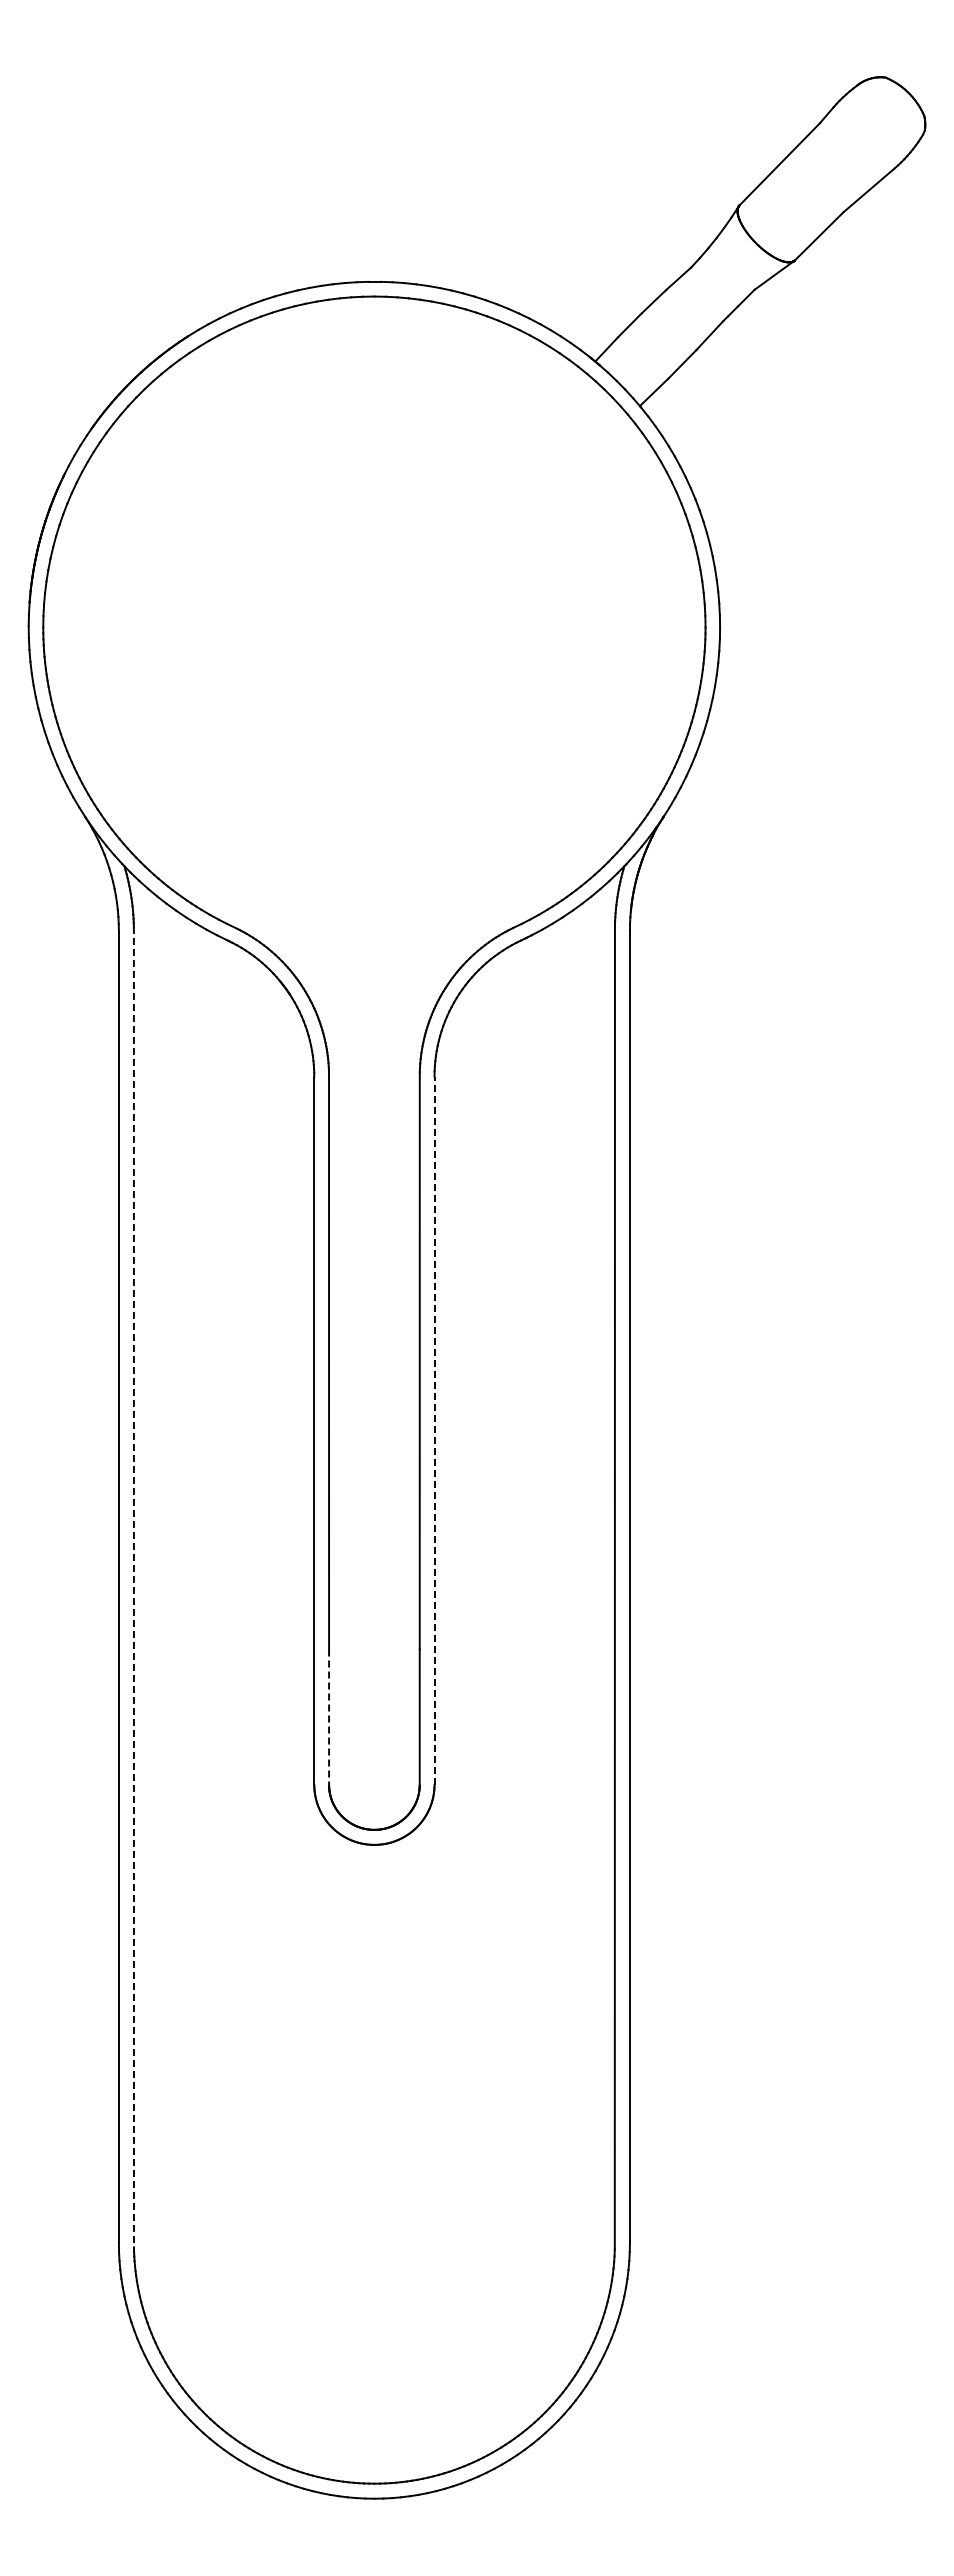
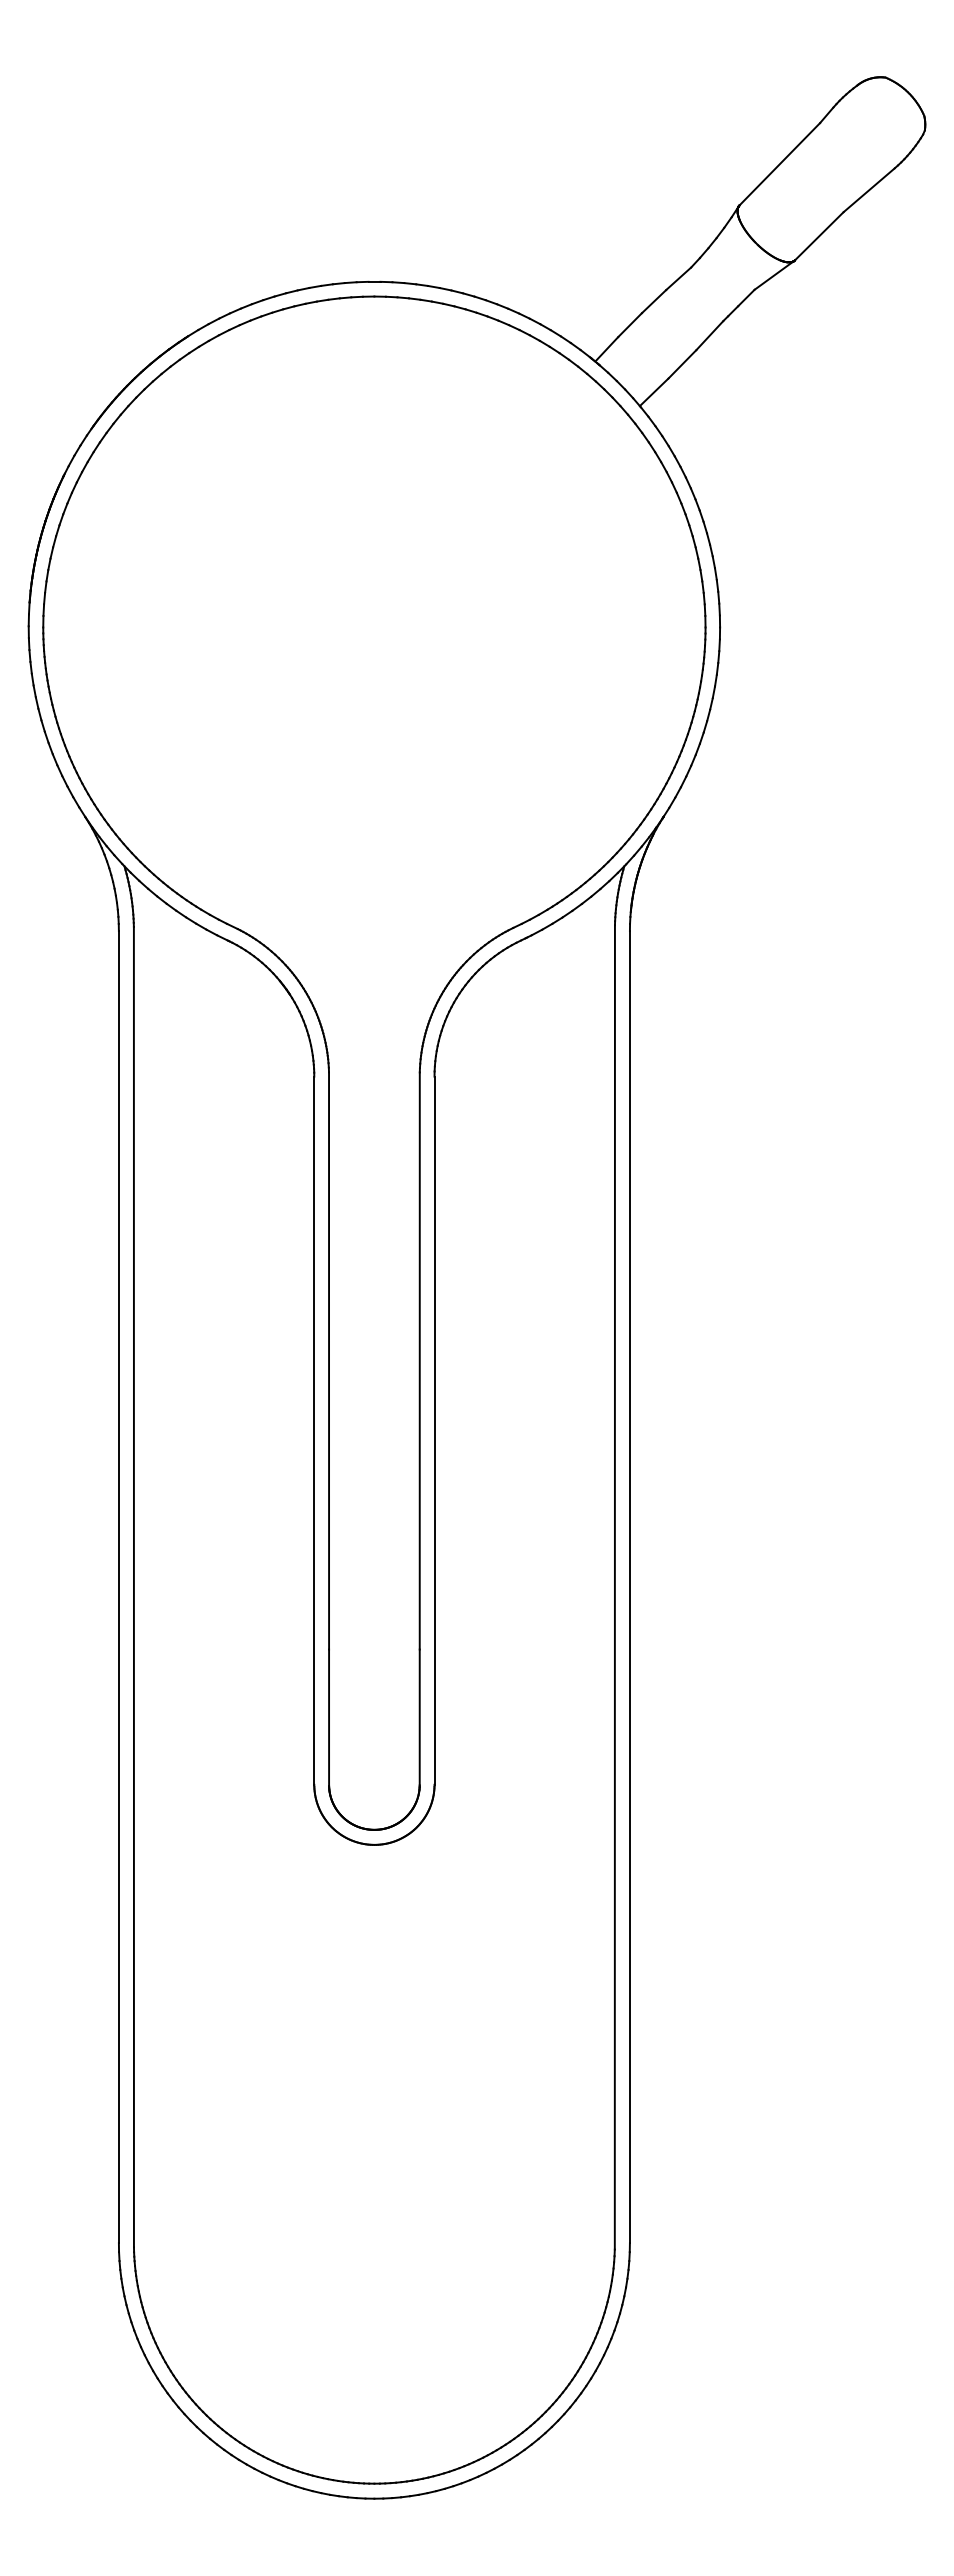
line at (434, 1430): dashed -> solid
line at (133, 1587): dashed -> solid
line at (329, 1718): dashed -> solid
